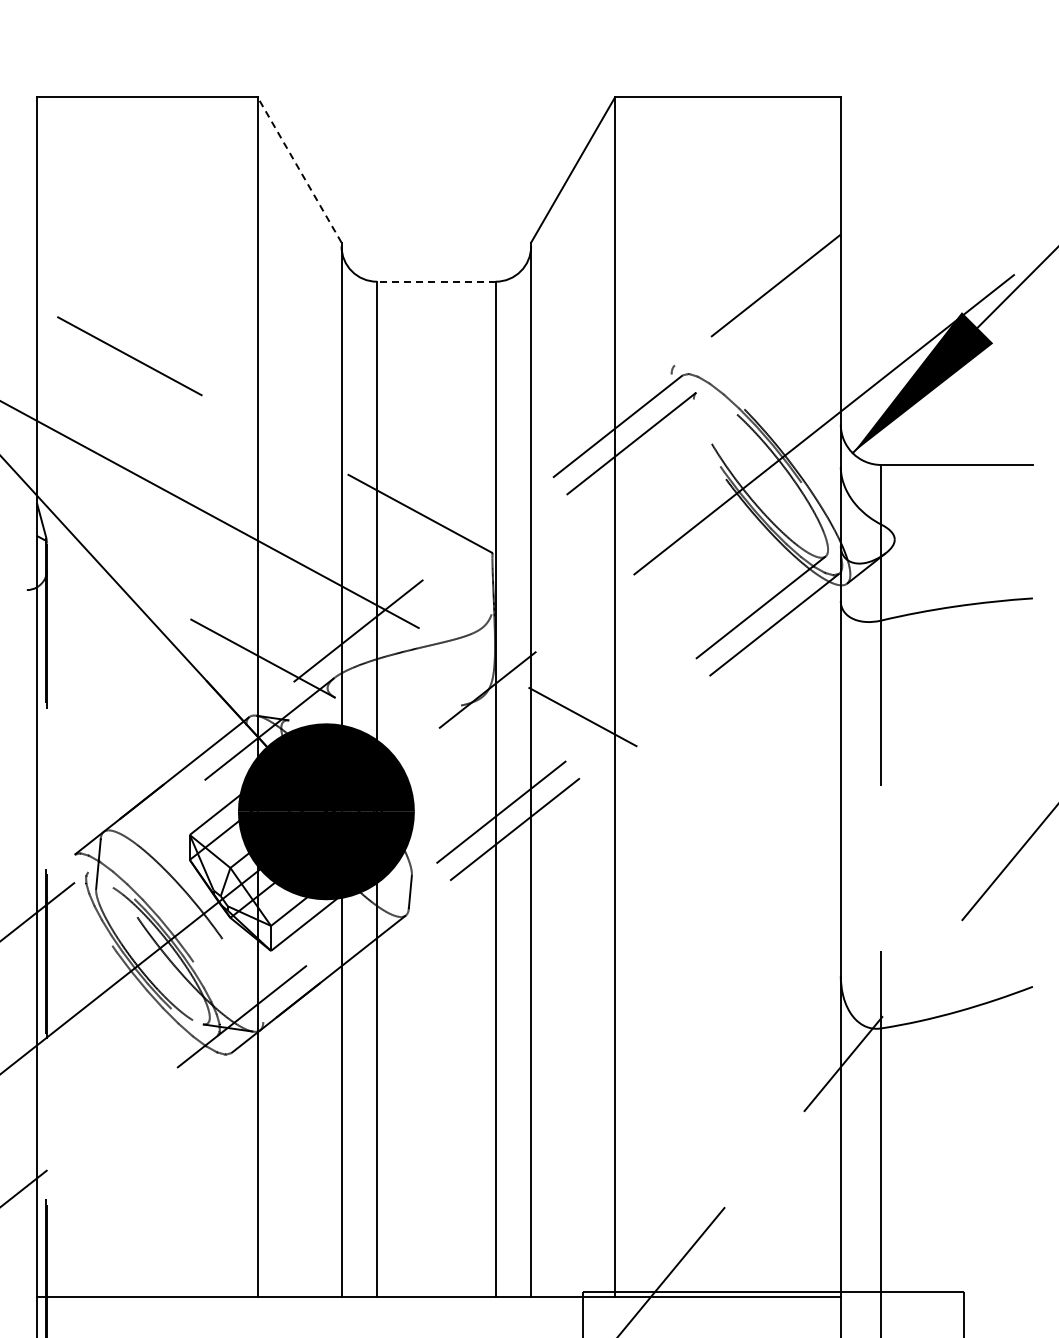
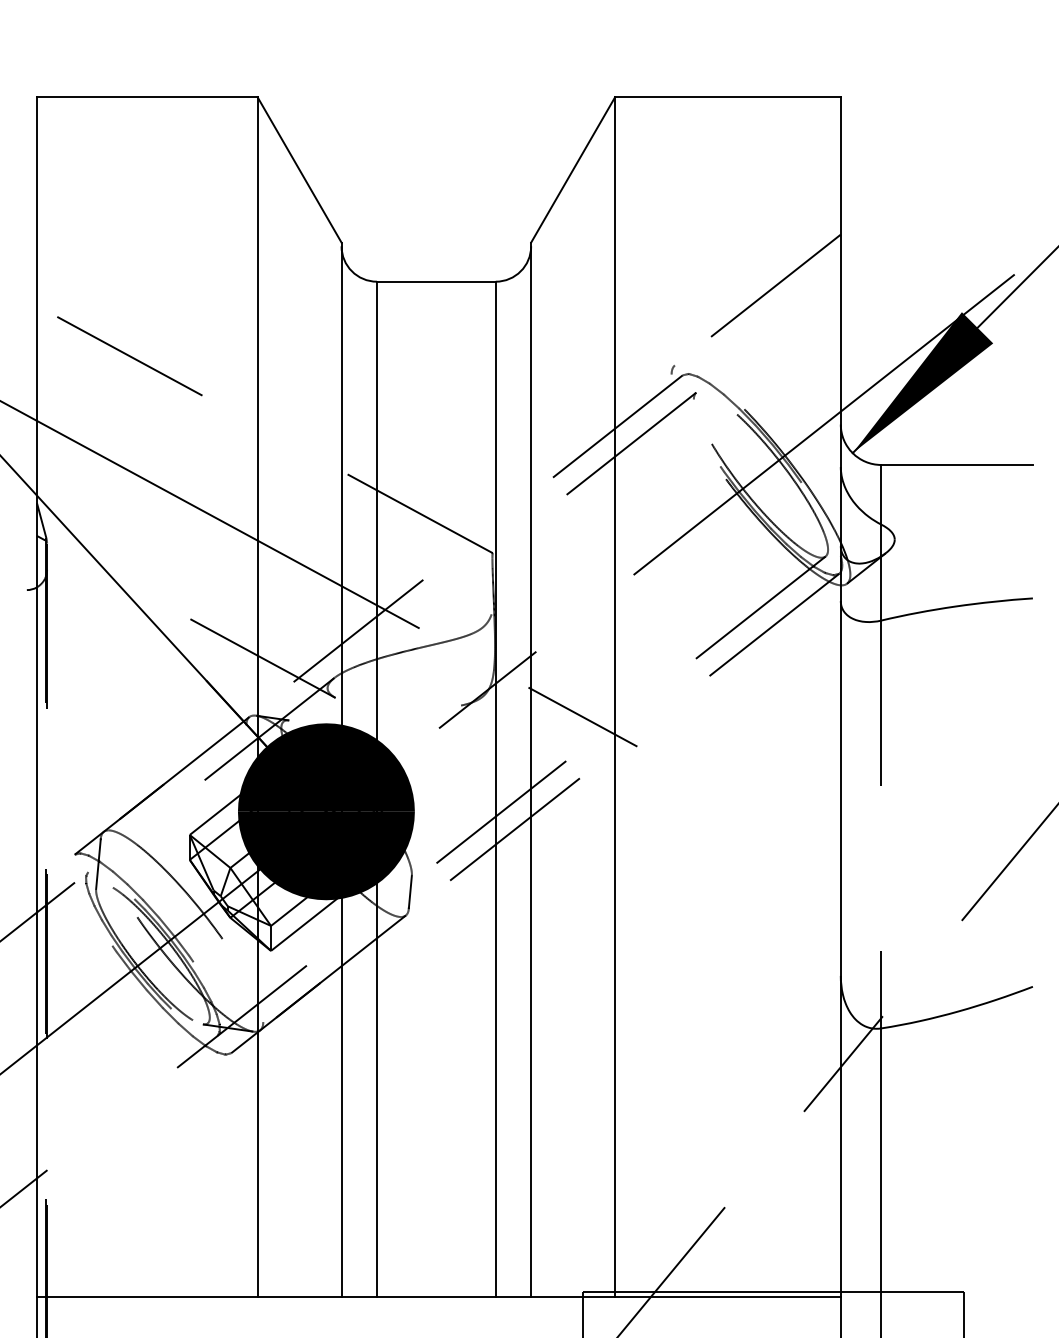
line at (299, 169): dashed -> solid
line at (435, 281): dashed -> solid
